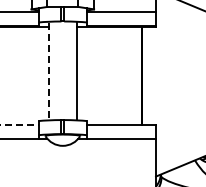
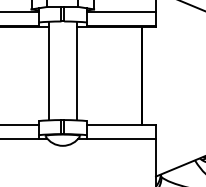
line at (48, 72): dashed -> solid
line at (19, 124): dashed -> solid
